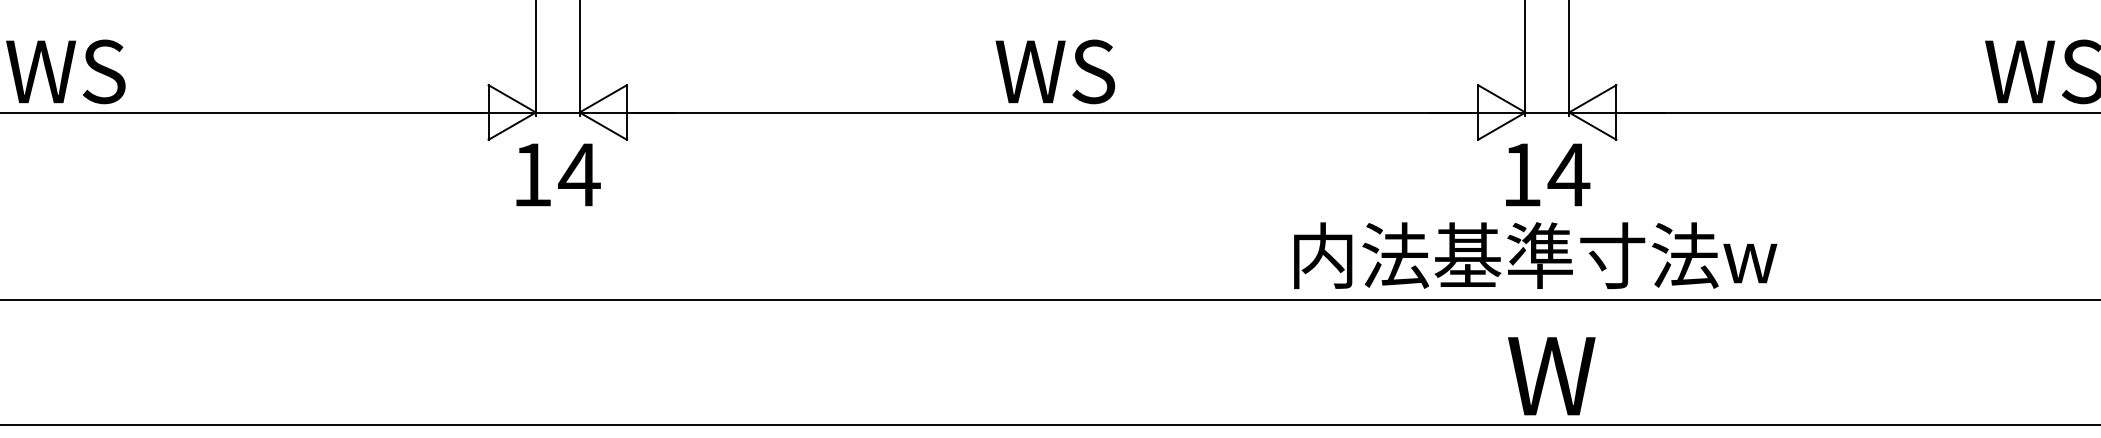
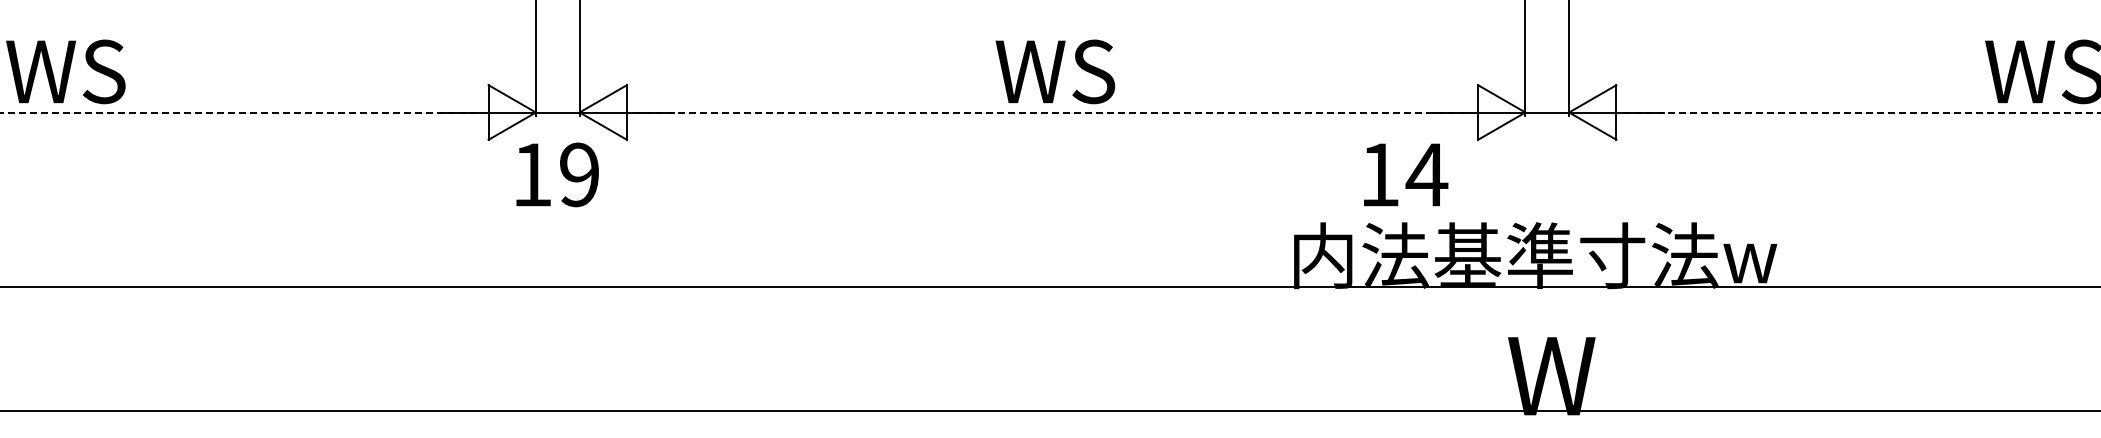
line at (241, 112): solid -> dashed
line at (1053, 112): solid -> dashed
line at (1862, 112): solid -> dashed
text at (579, 174): 14 -> 19
text at (1548, 174) position: (1548, 174) -> (1406, 174)
line at (1049, 299) position: (1049, 299) -> (1049, 286)
line at (1049, 424) position: (1049, 424) -> (1049, 410)
